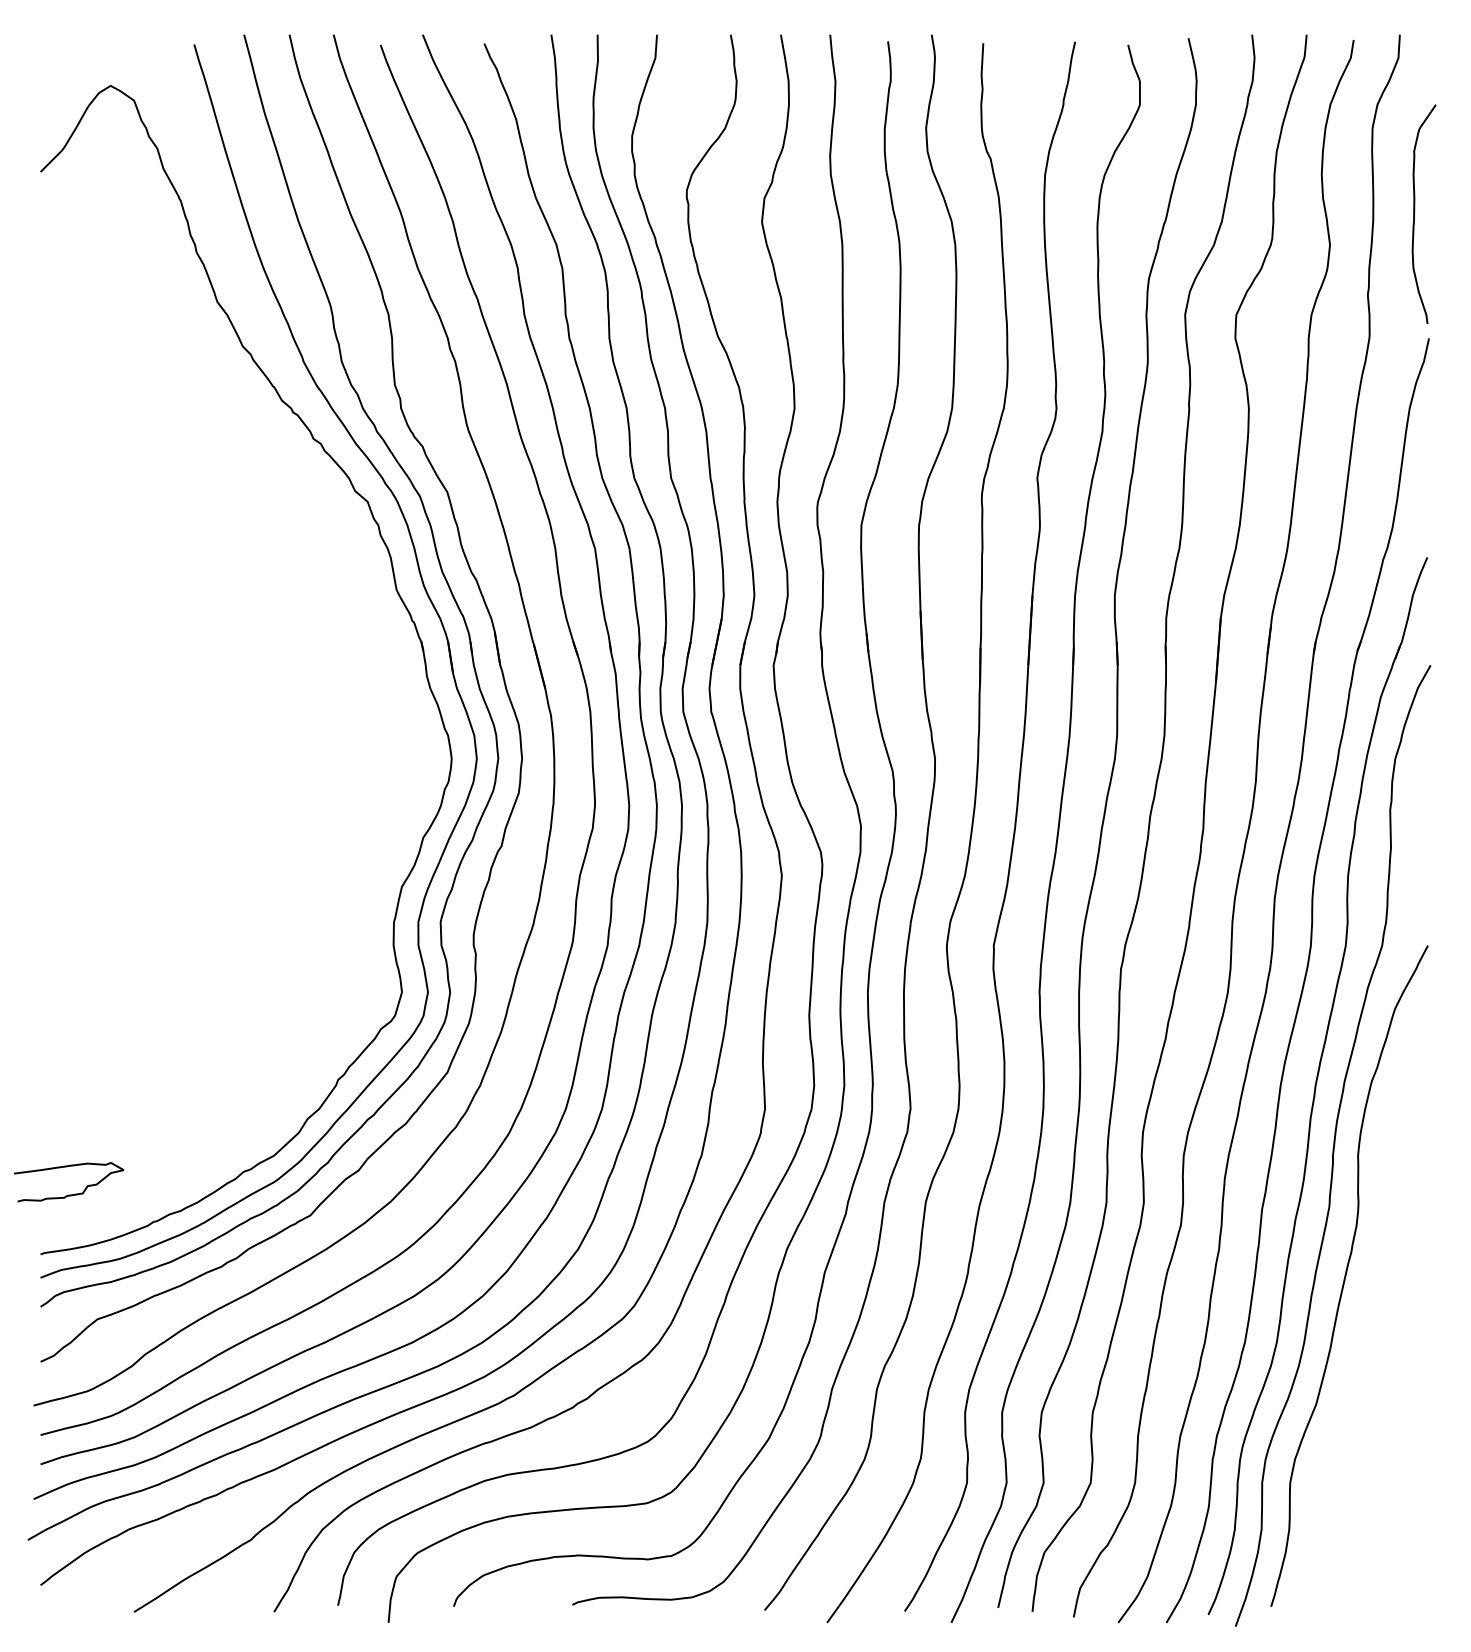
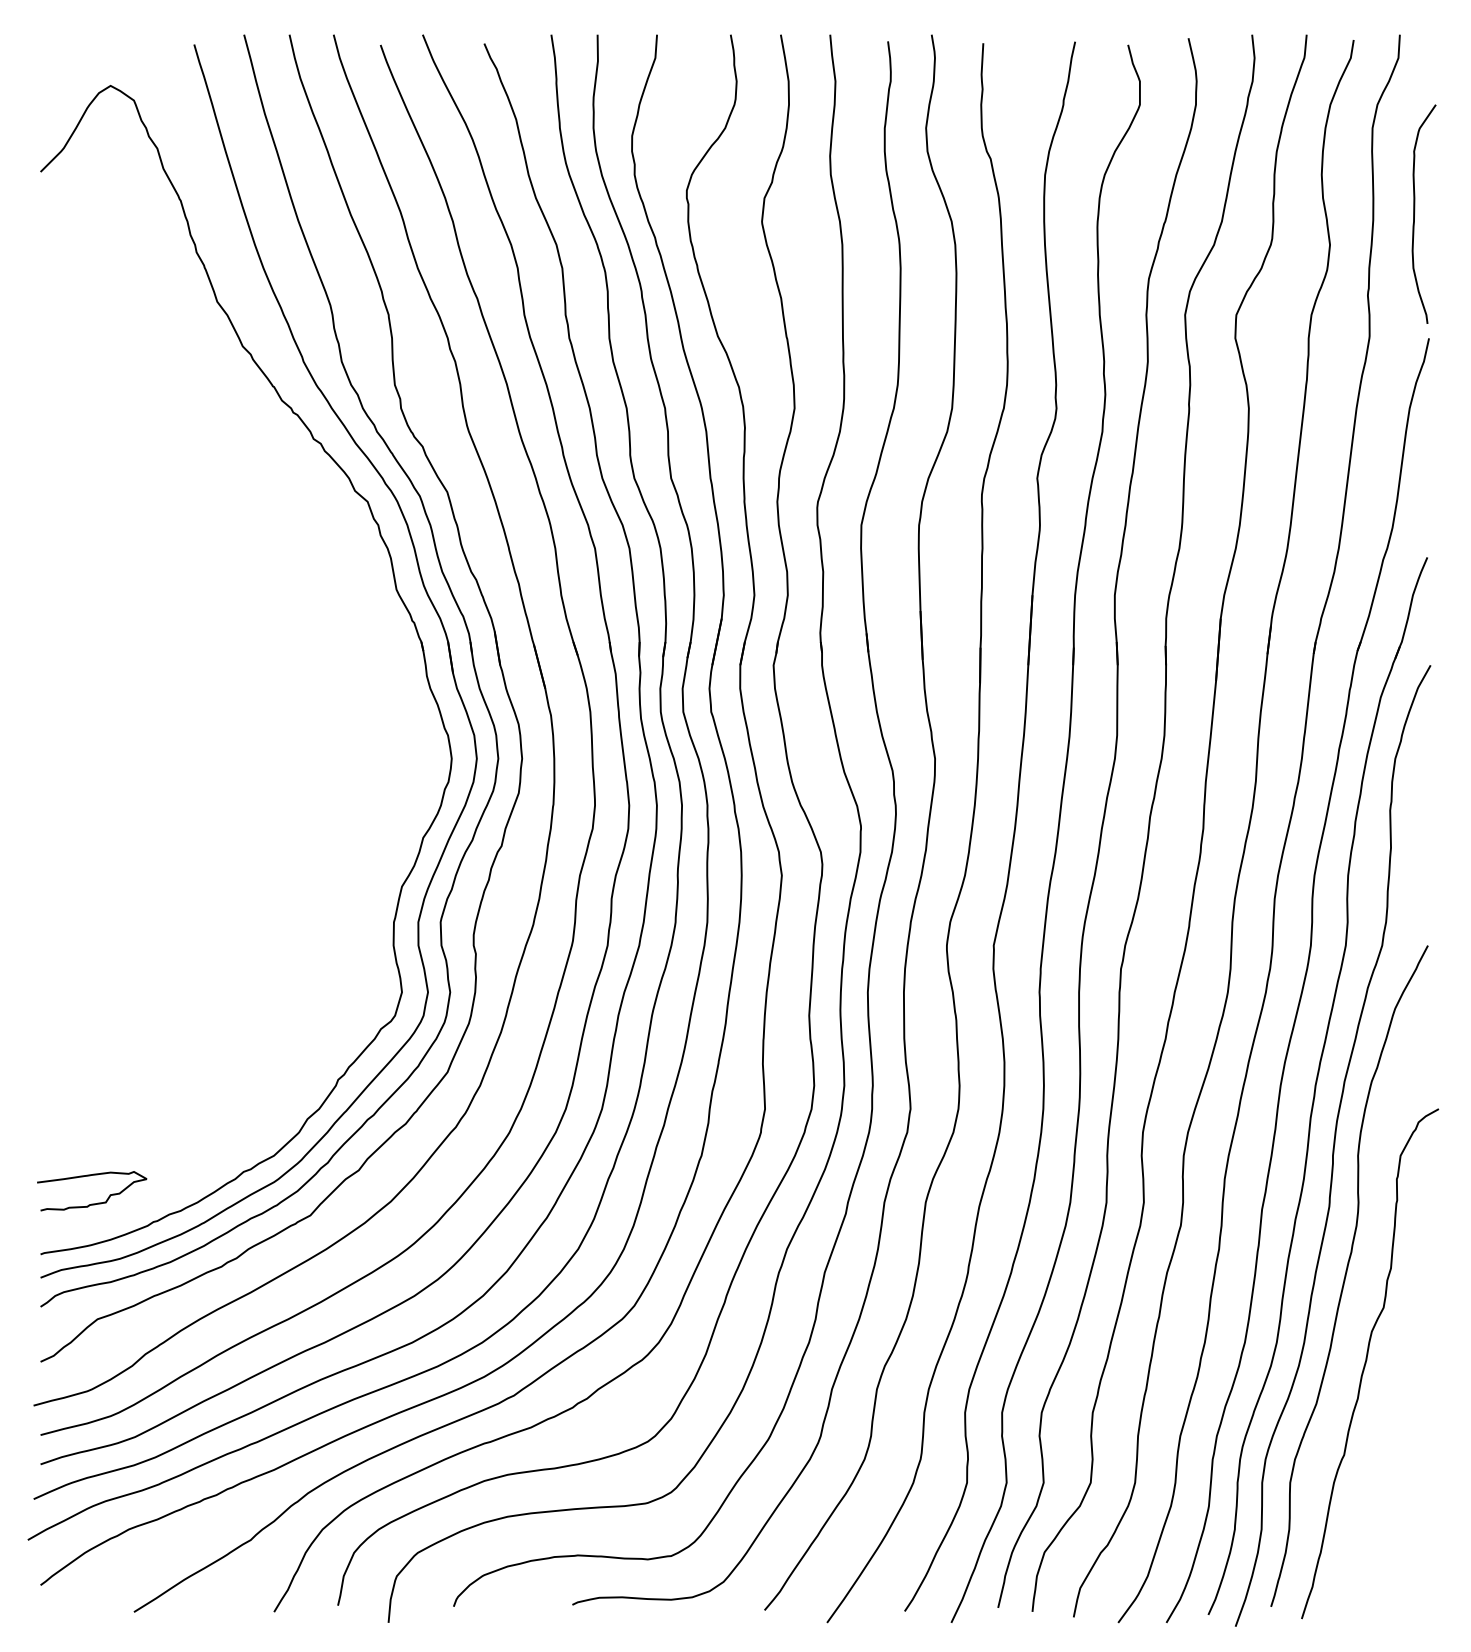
curve at (69, 1194) position: (69, 1194) -> (92, 1203)
curve at (1366, 1363): none -> present
